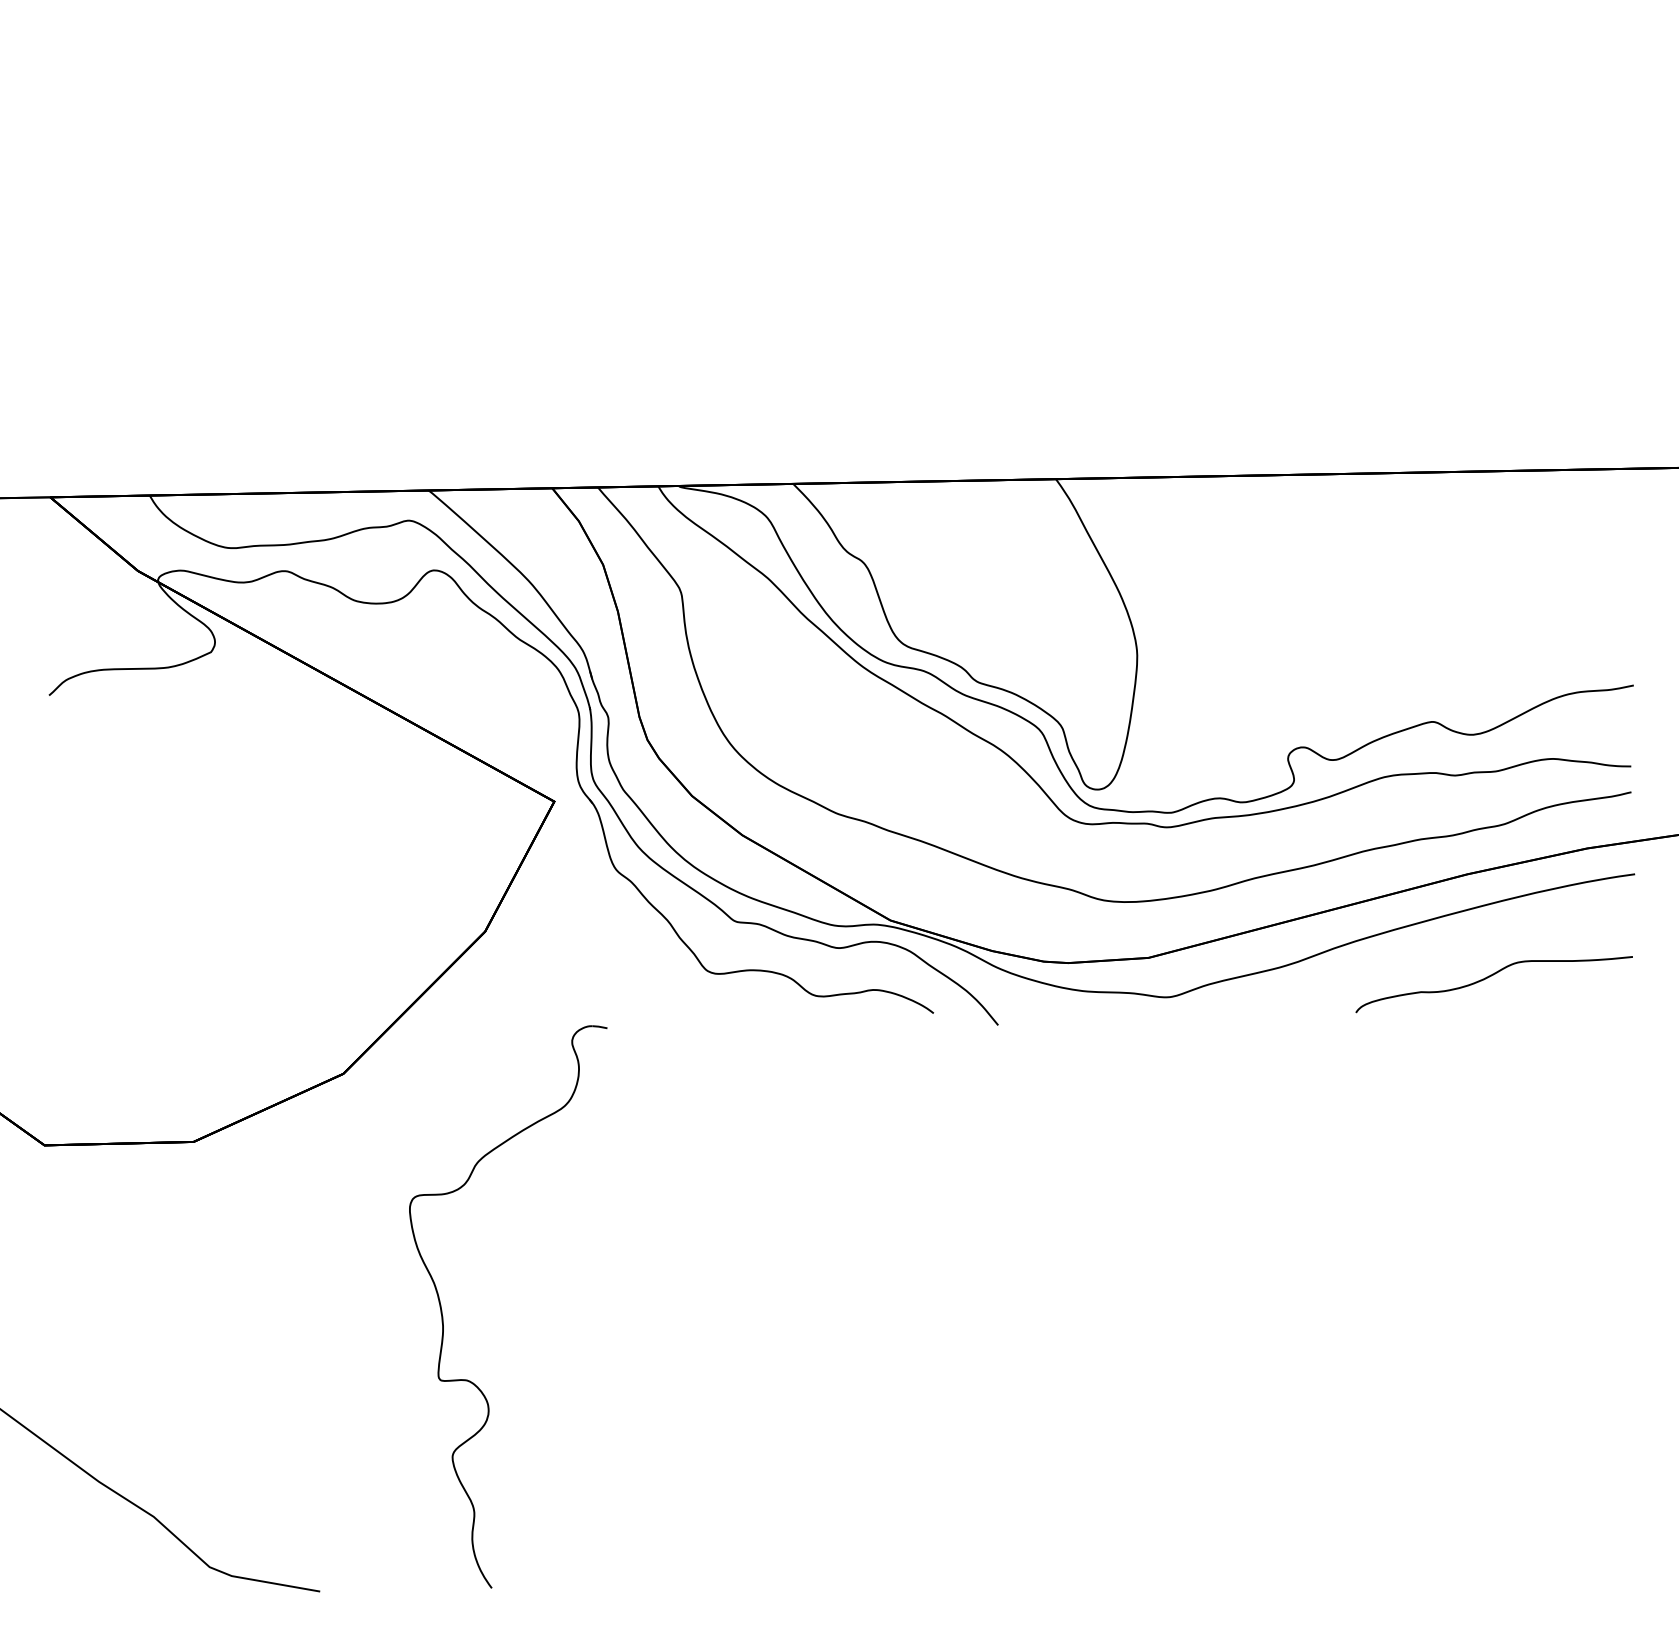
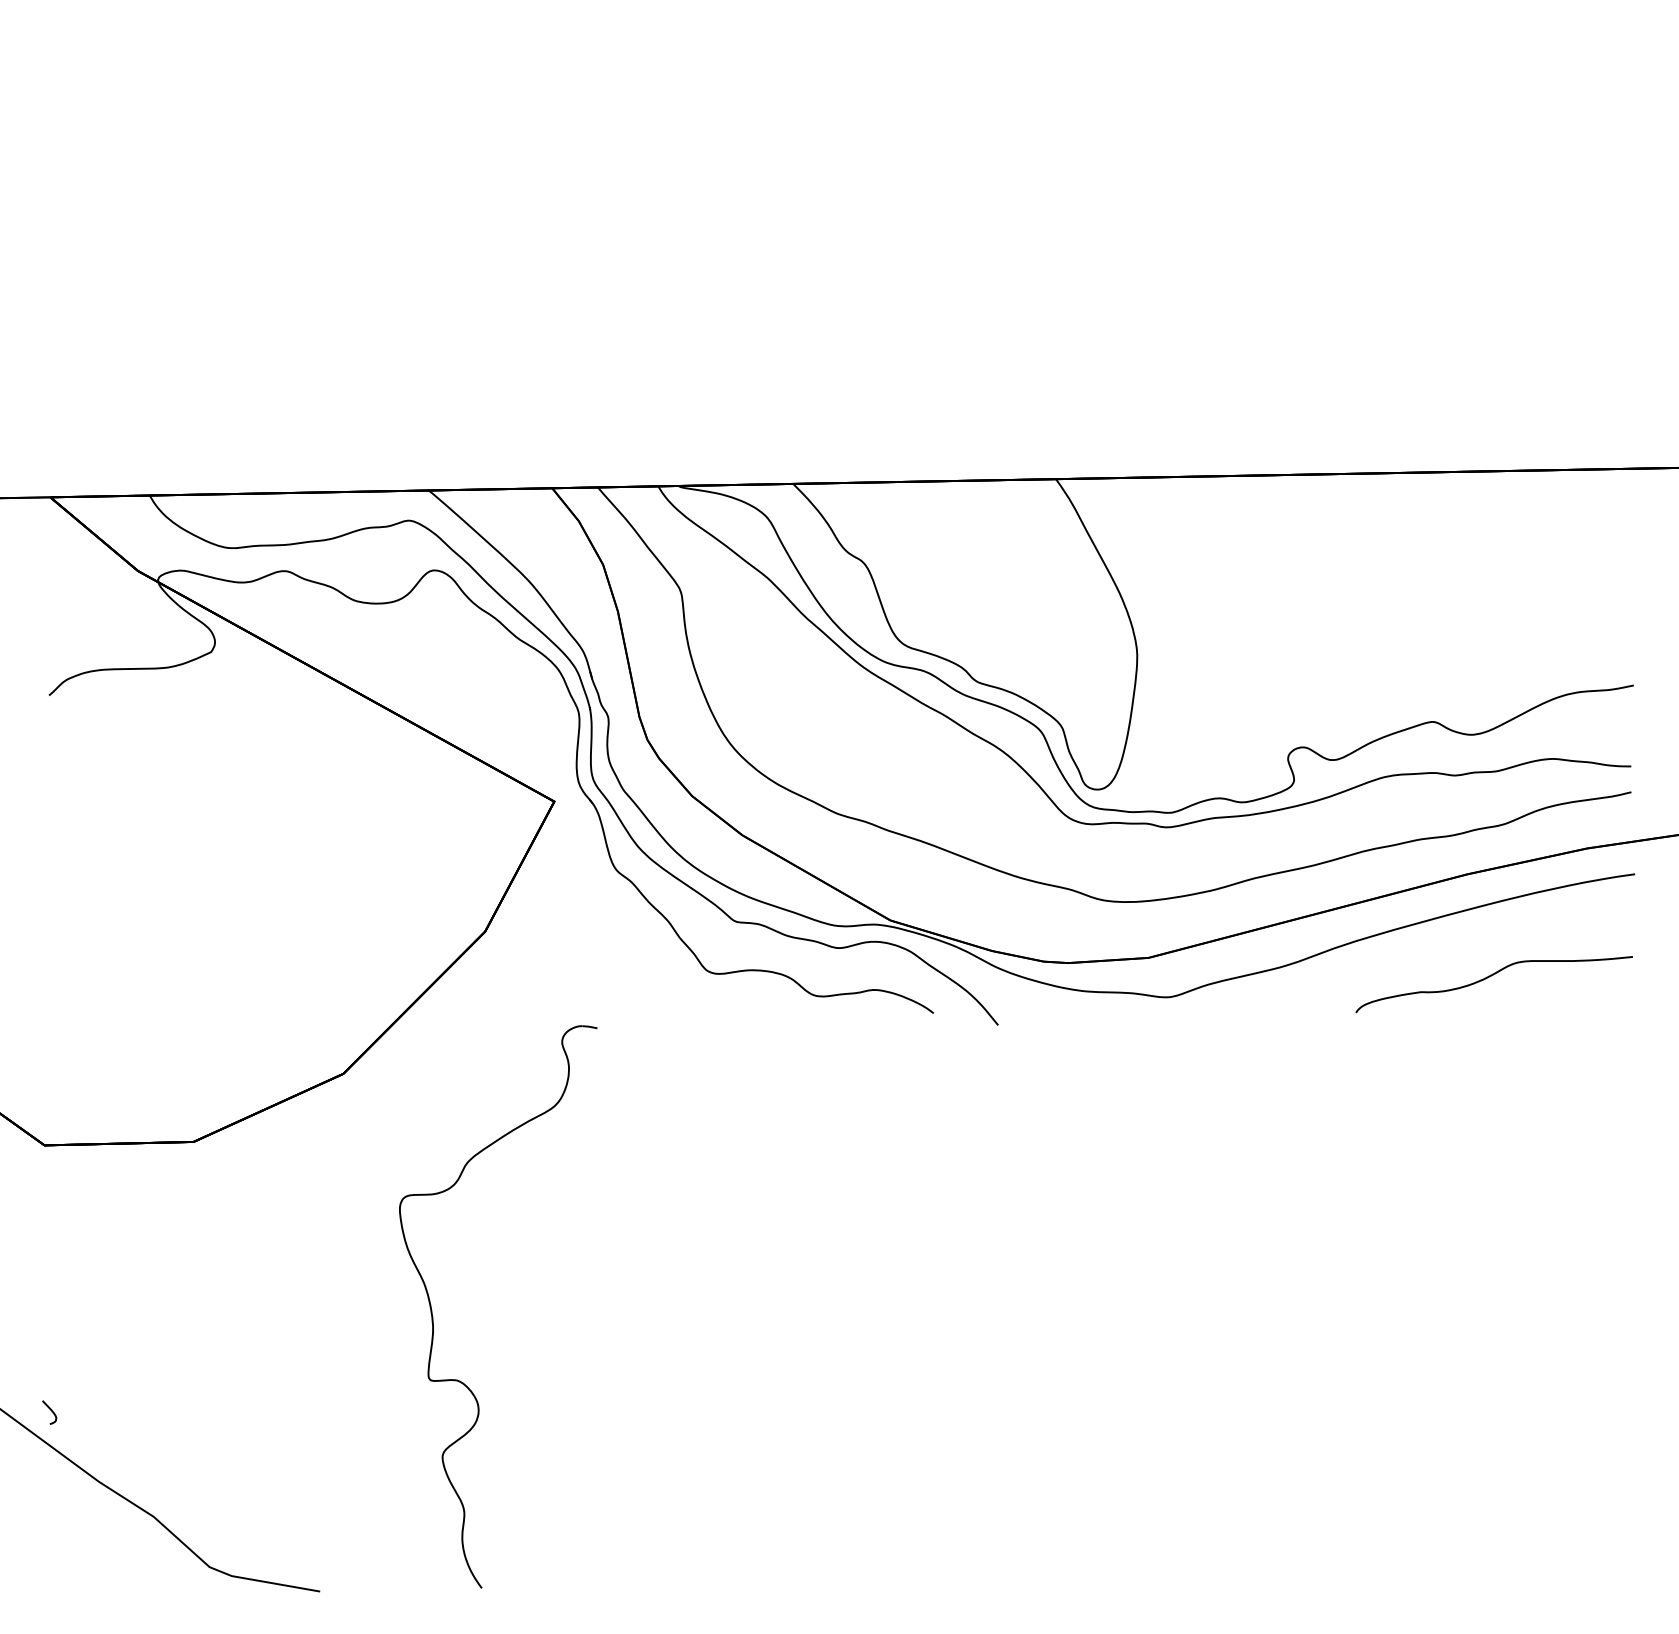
part at (443, 1316) position: (443, 1316) -> (433, 1316)
curve at (50, 1410): none -> present
